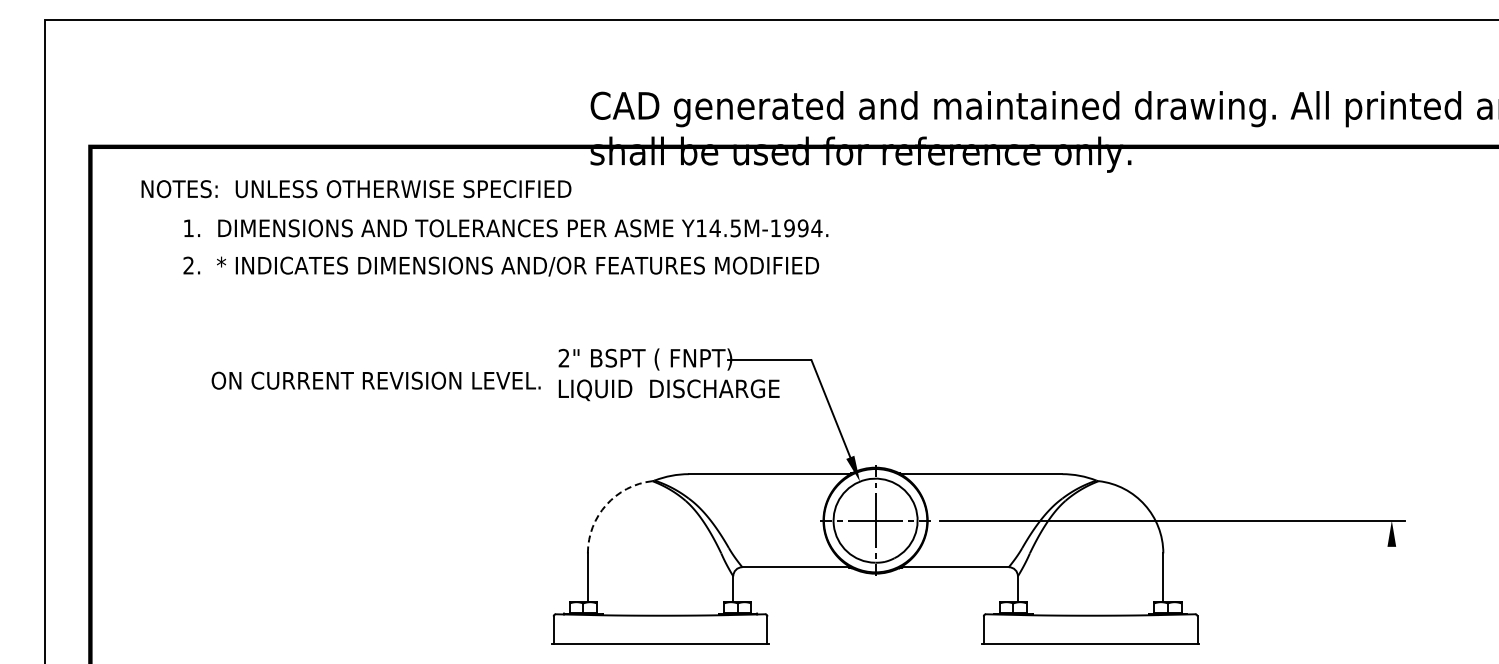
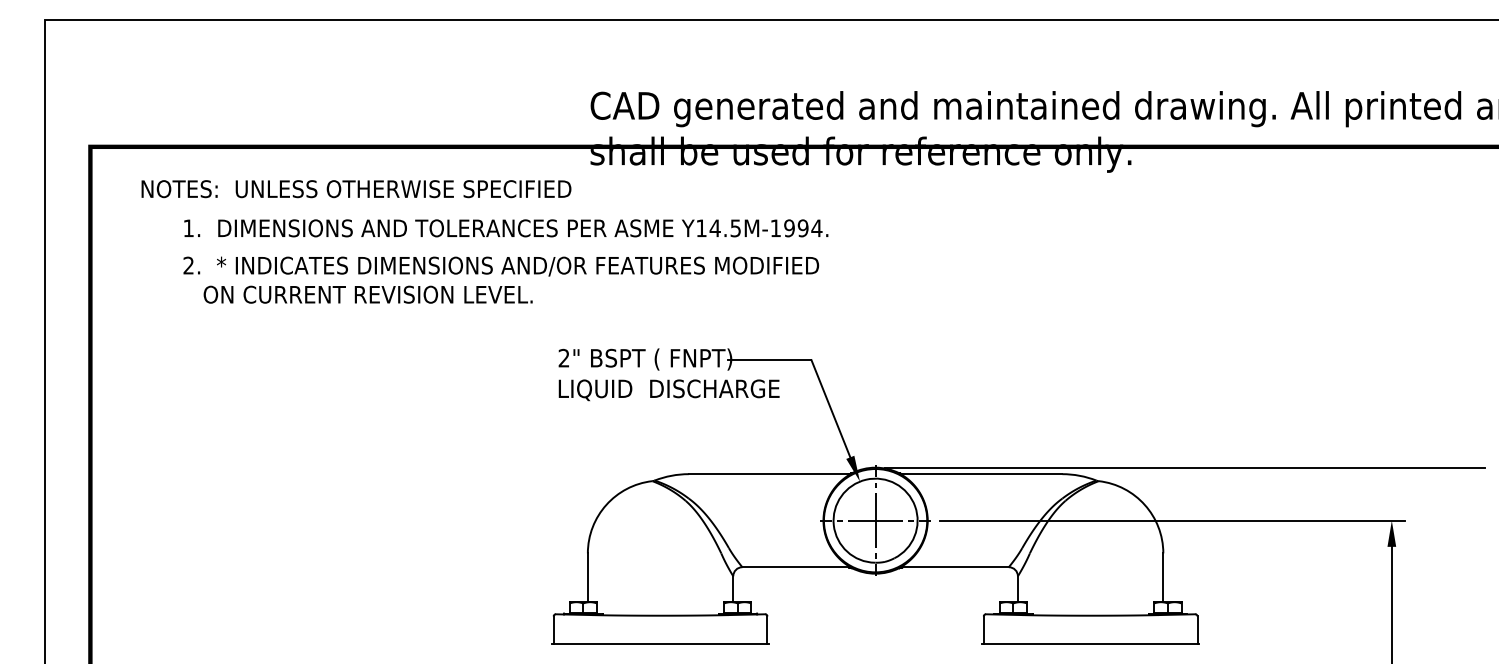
text at (375, 380) position: (375, 380) -> (367, 294)
line at (1184, 467): none -> present
arc at (606, 504): dashed -> solid
line at (1391, 603): none -> present
